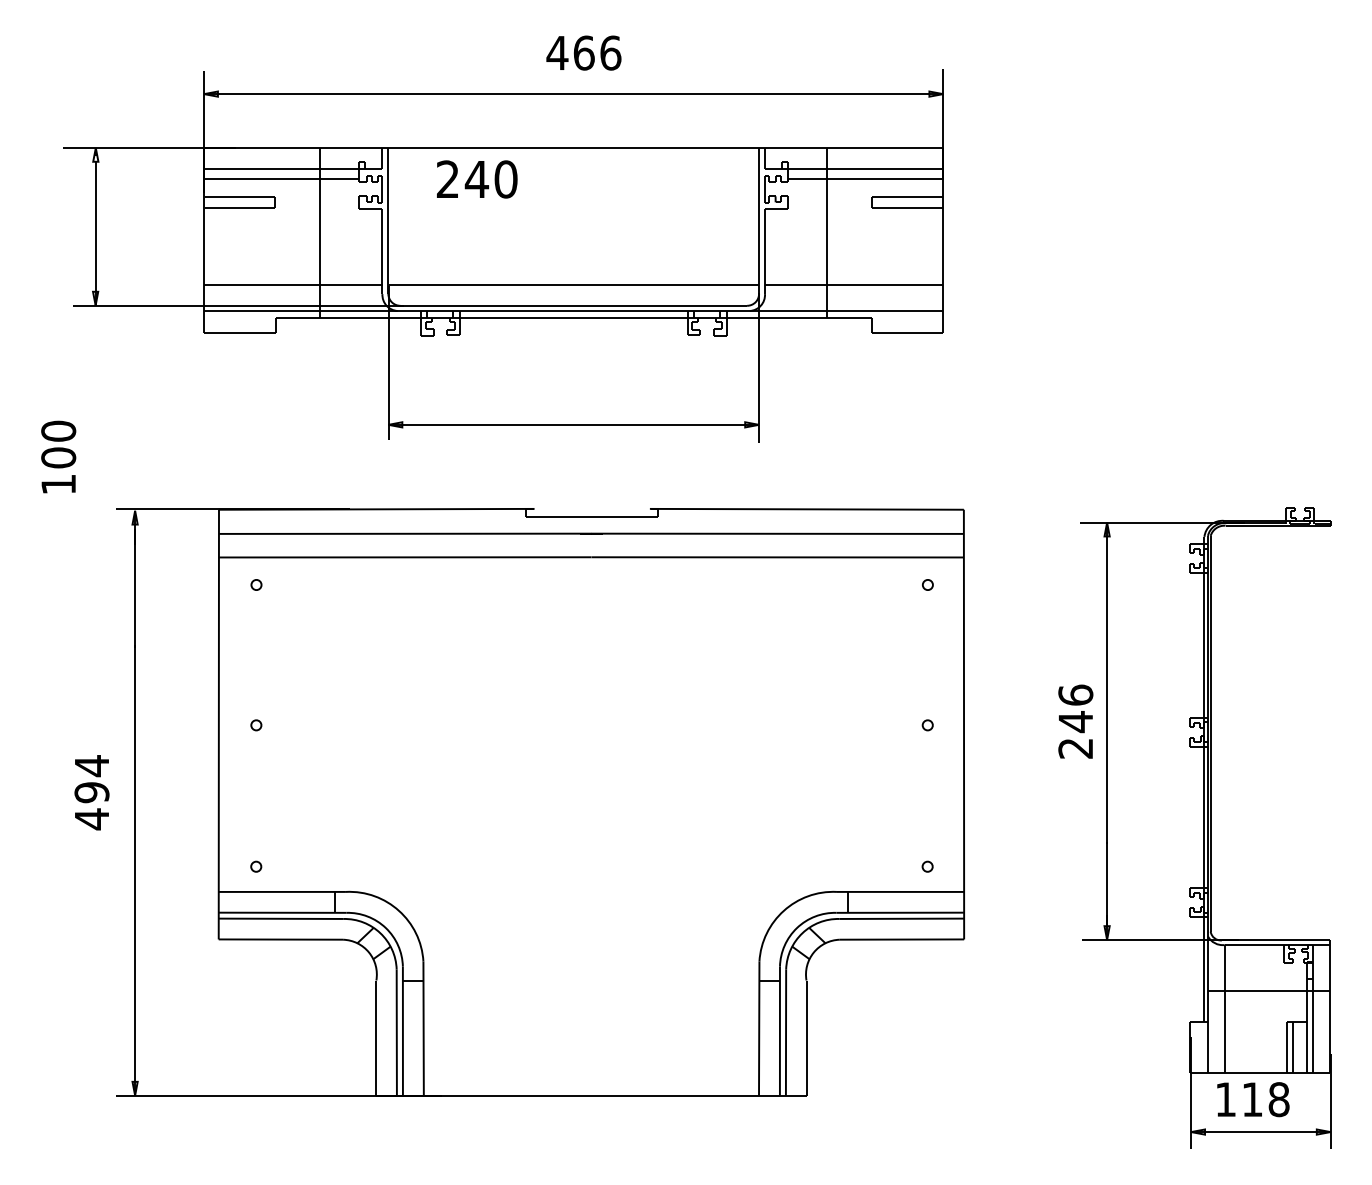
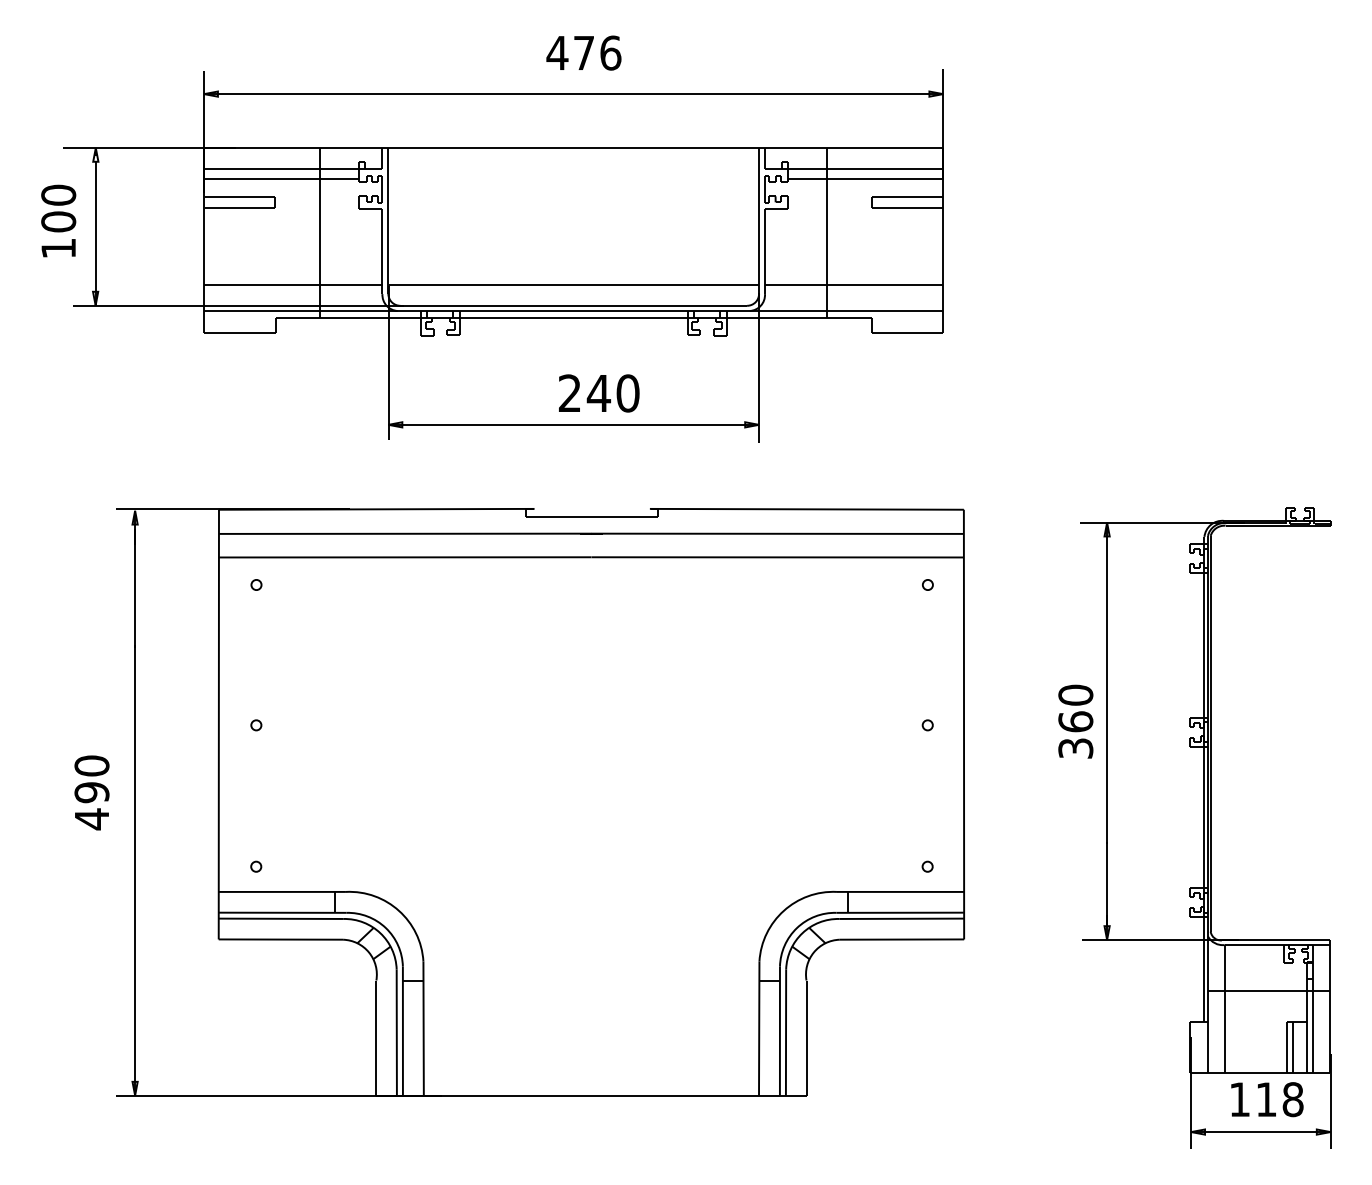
text at (583, 52): 466 -> 476
text at (477, 179) position: (477, 179) -> (599, 393)
text at (58, 456) position: (58, 456) -> (58, 220)
text at (1075, 721): 246 -> 360
text at (91, 766): 494 -> 490
text at (1253, 1099) position: (1253, 1099) -> (1267, 1099)
